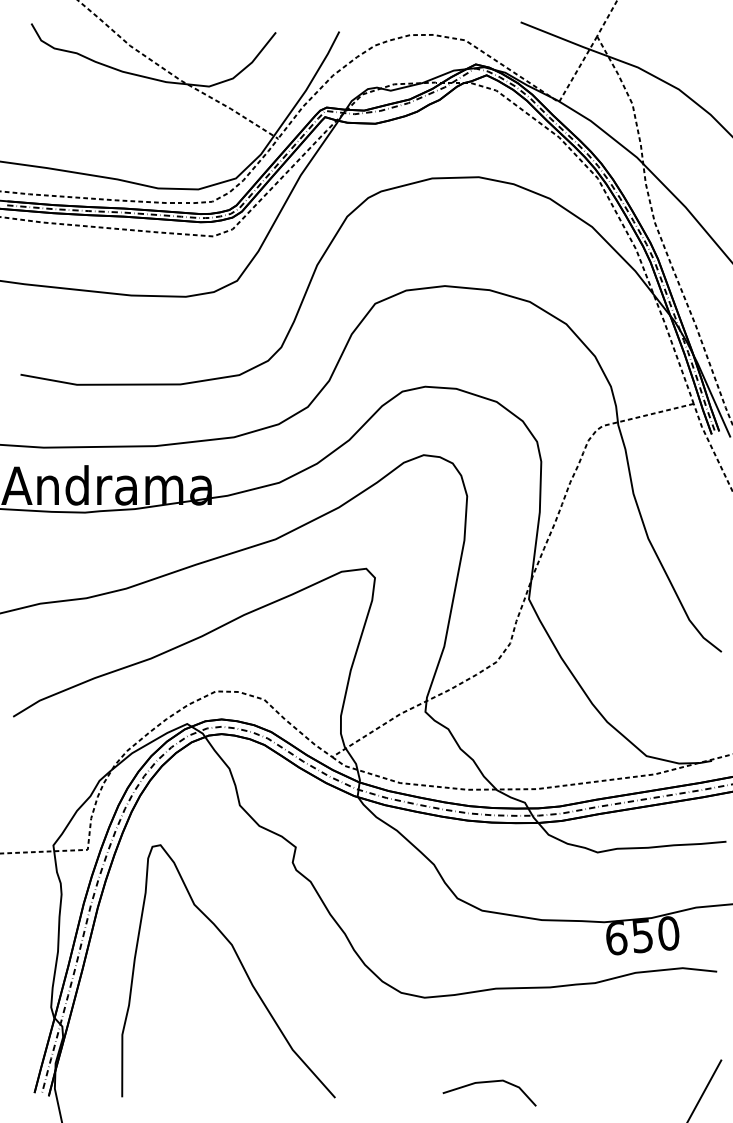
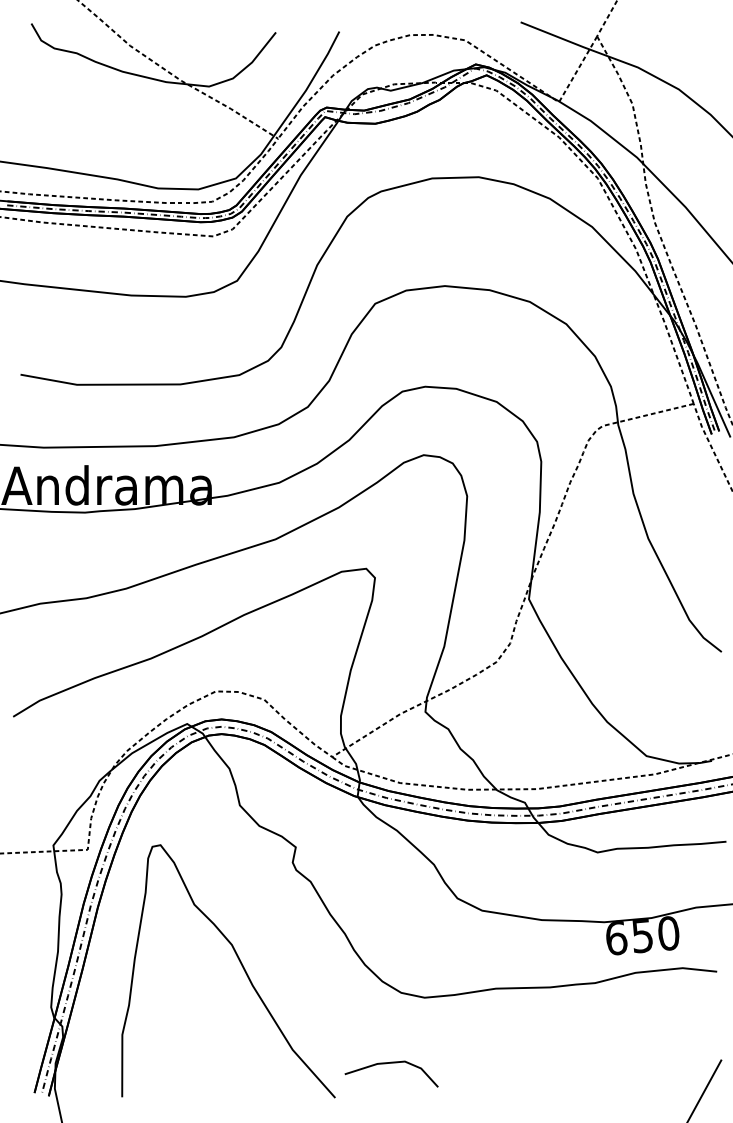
line at (489, 1082) position: (489, 1082) -> (391, 1063)
